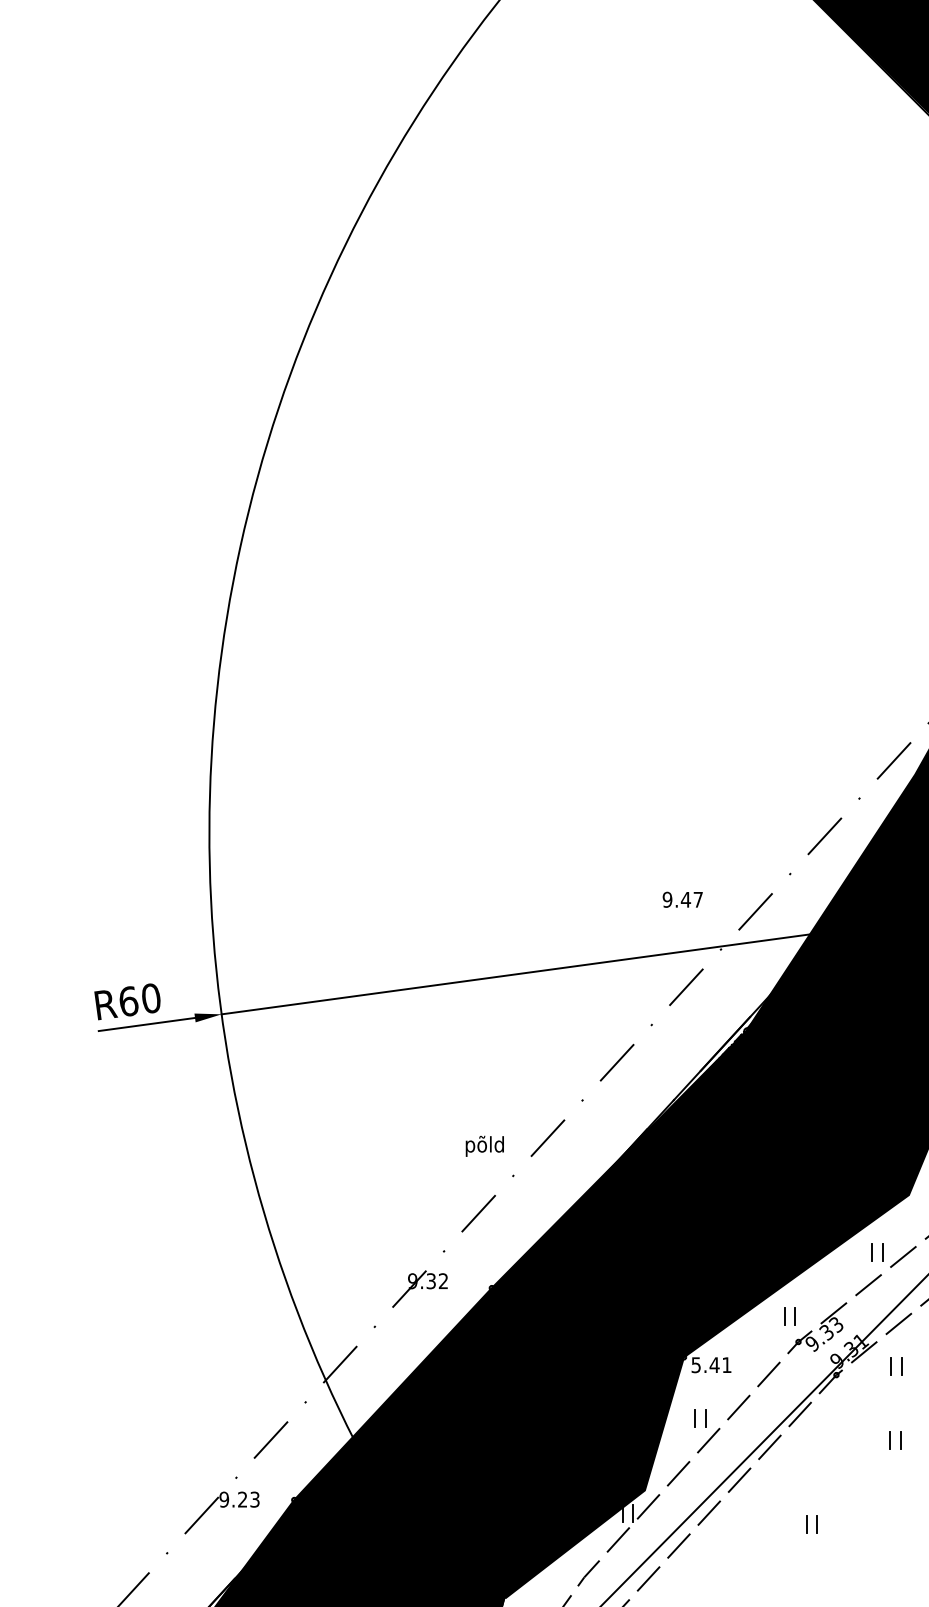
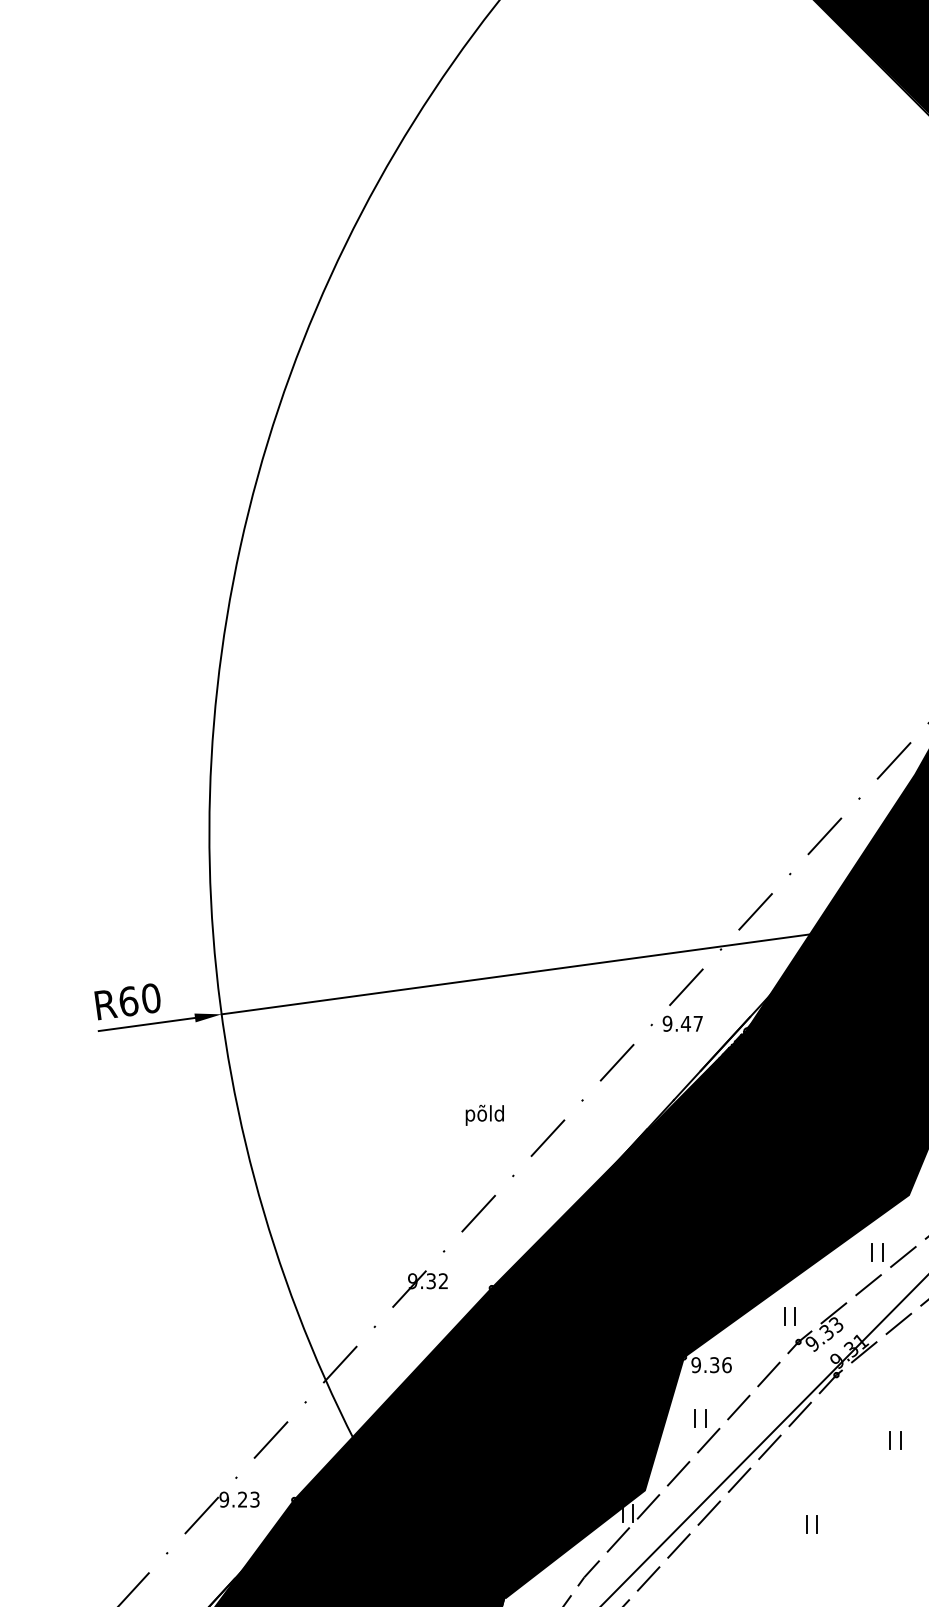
text at (682, 899) position: (682, 899) -> (682, 1023)
text at (484, 1145) position: (484, 1145) -> (484, 1114)
text at (711, 1365): 5.41 -> 9.36
part at (896, 1366): present -> none
